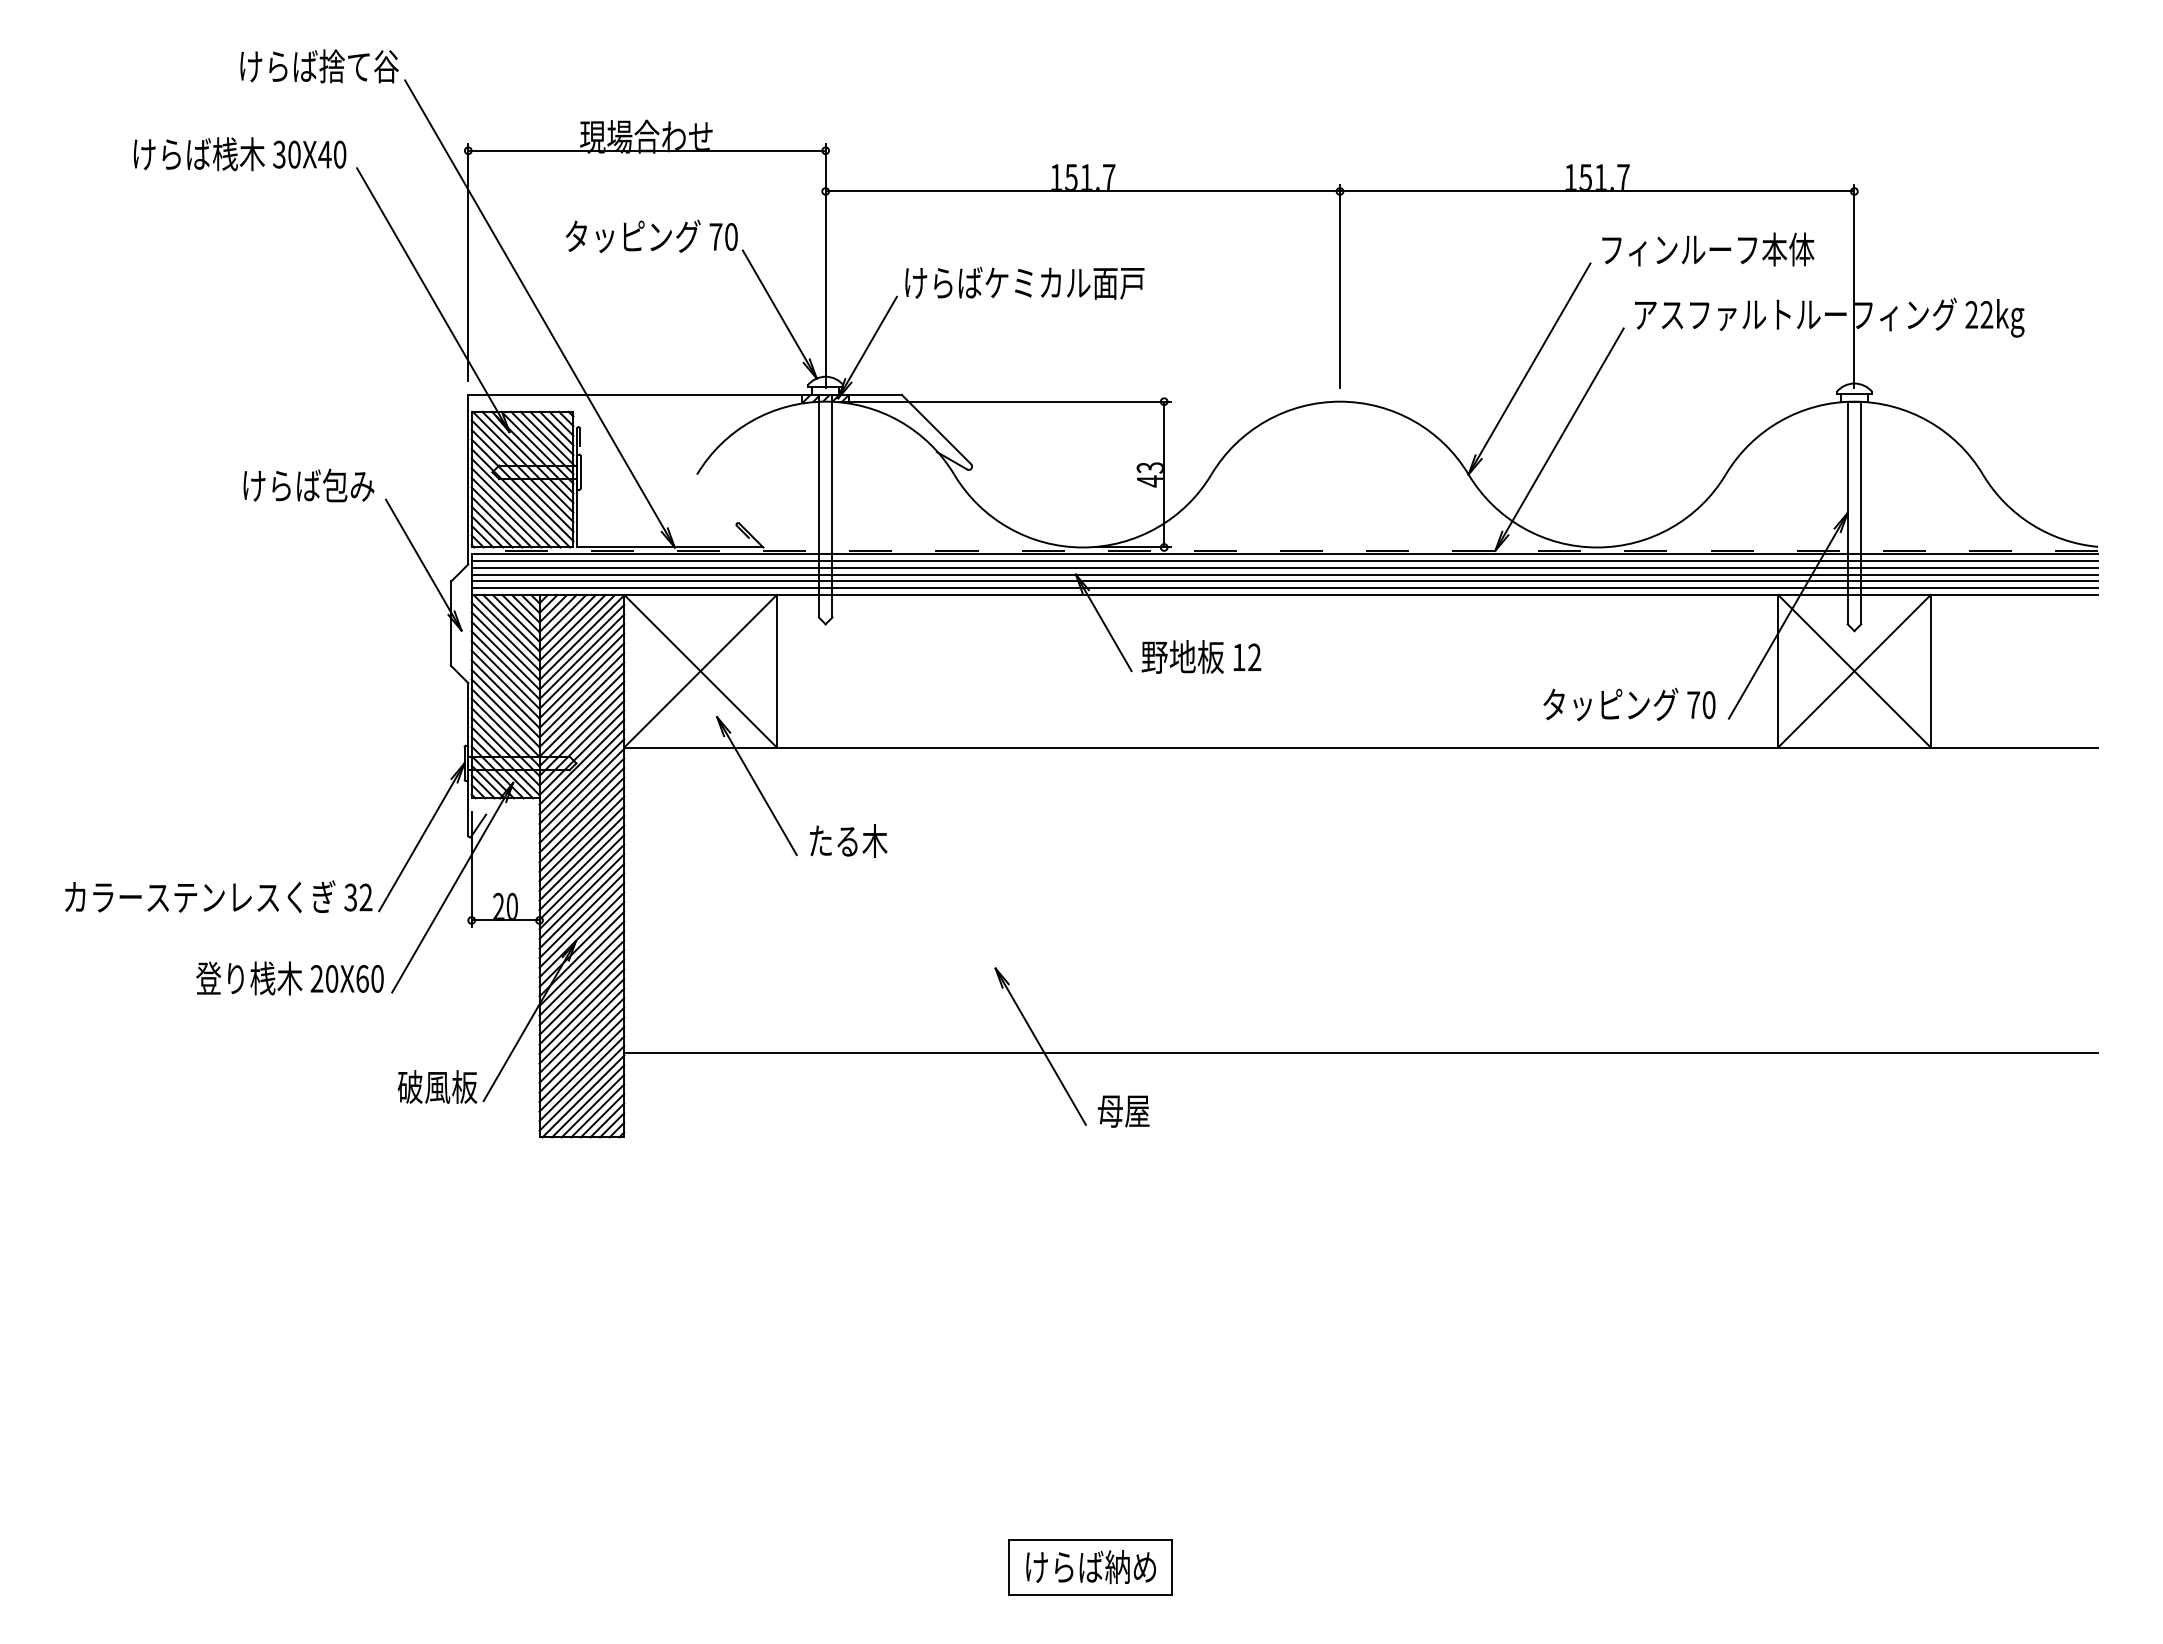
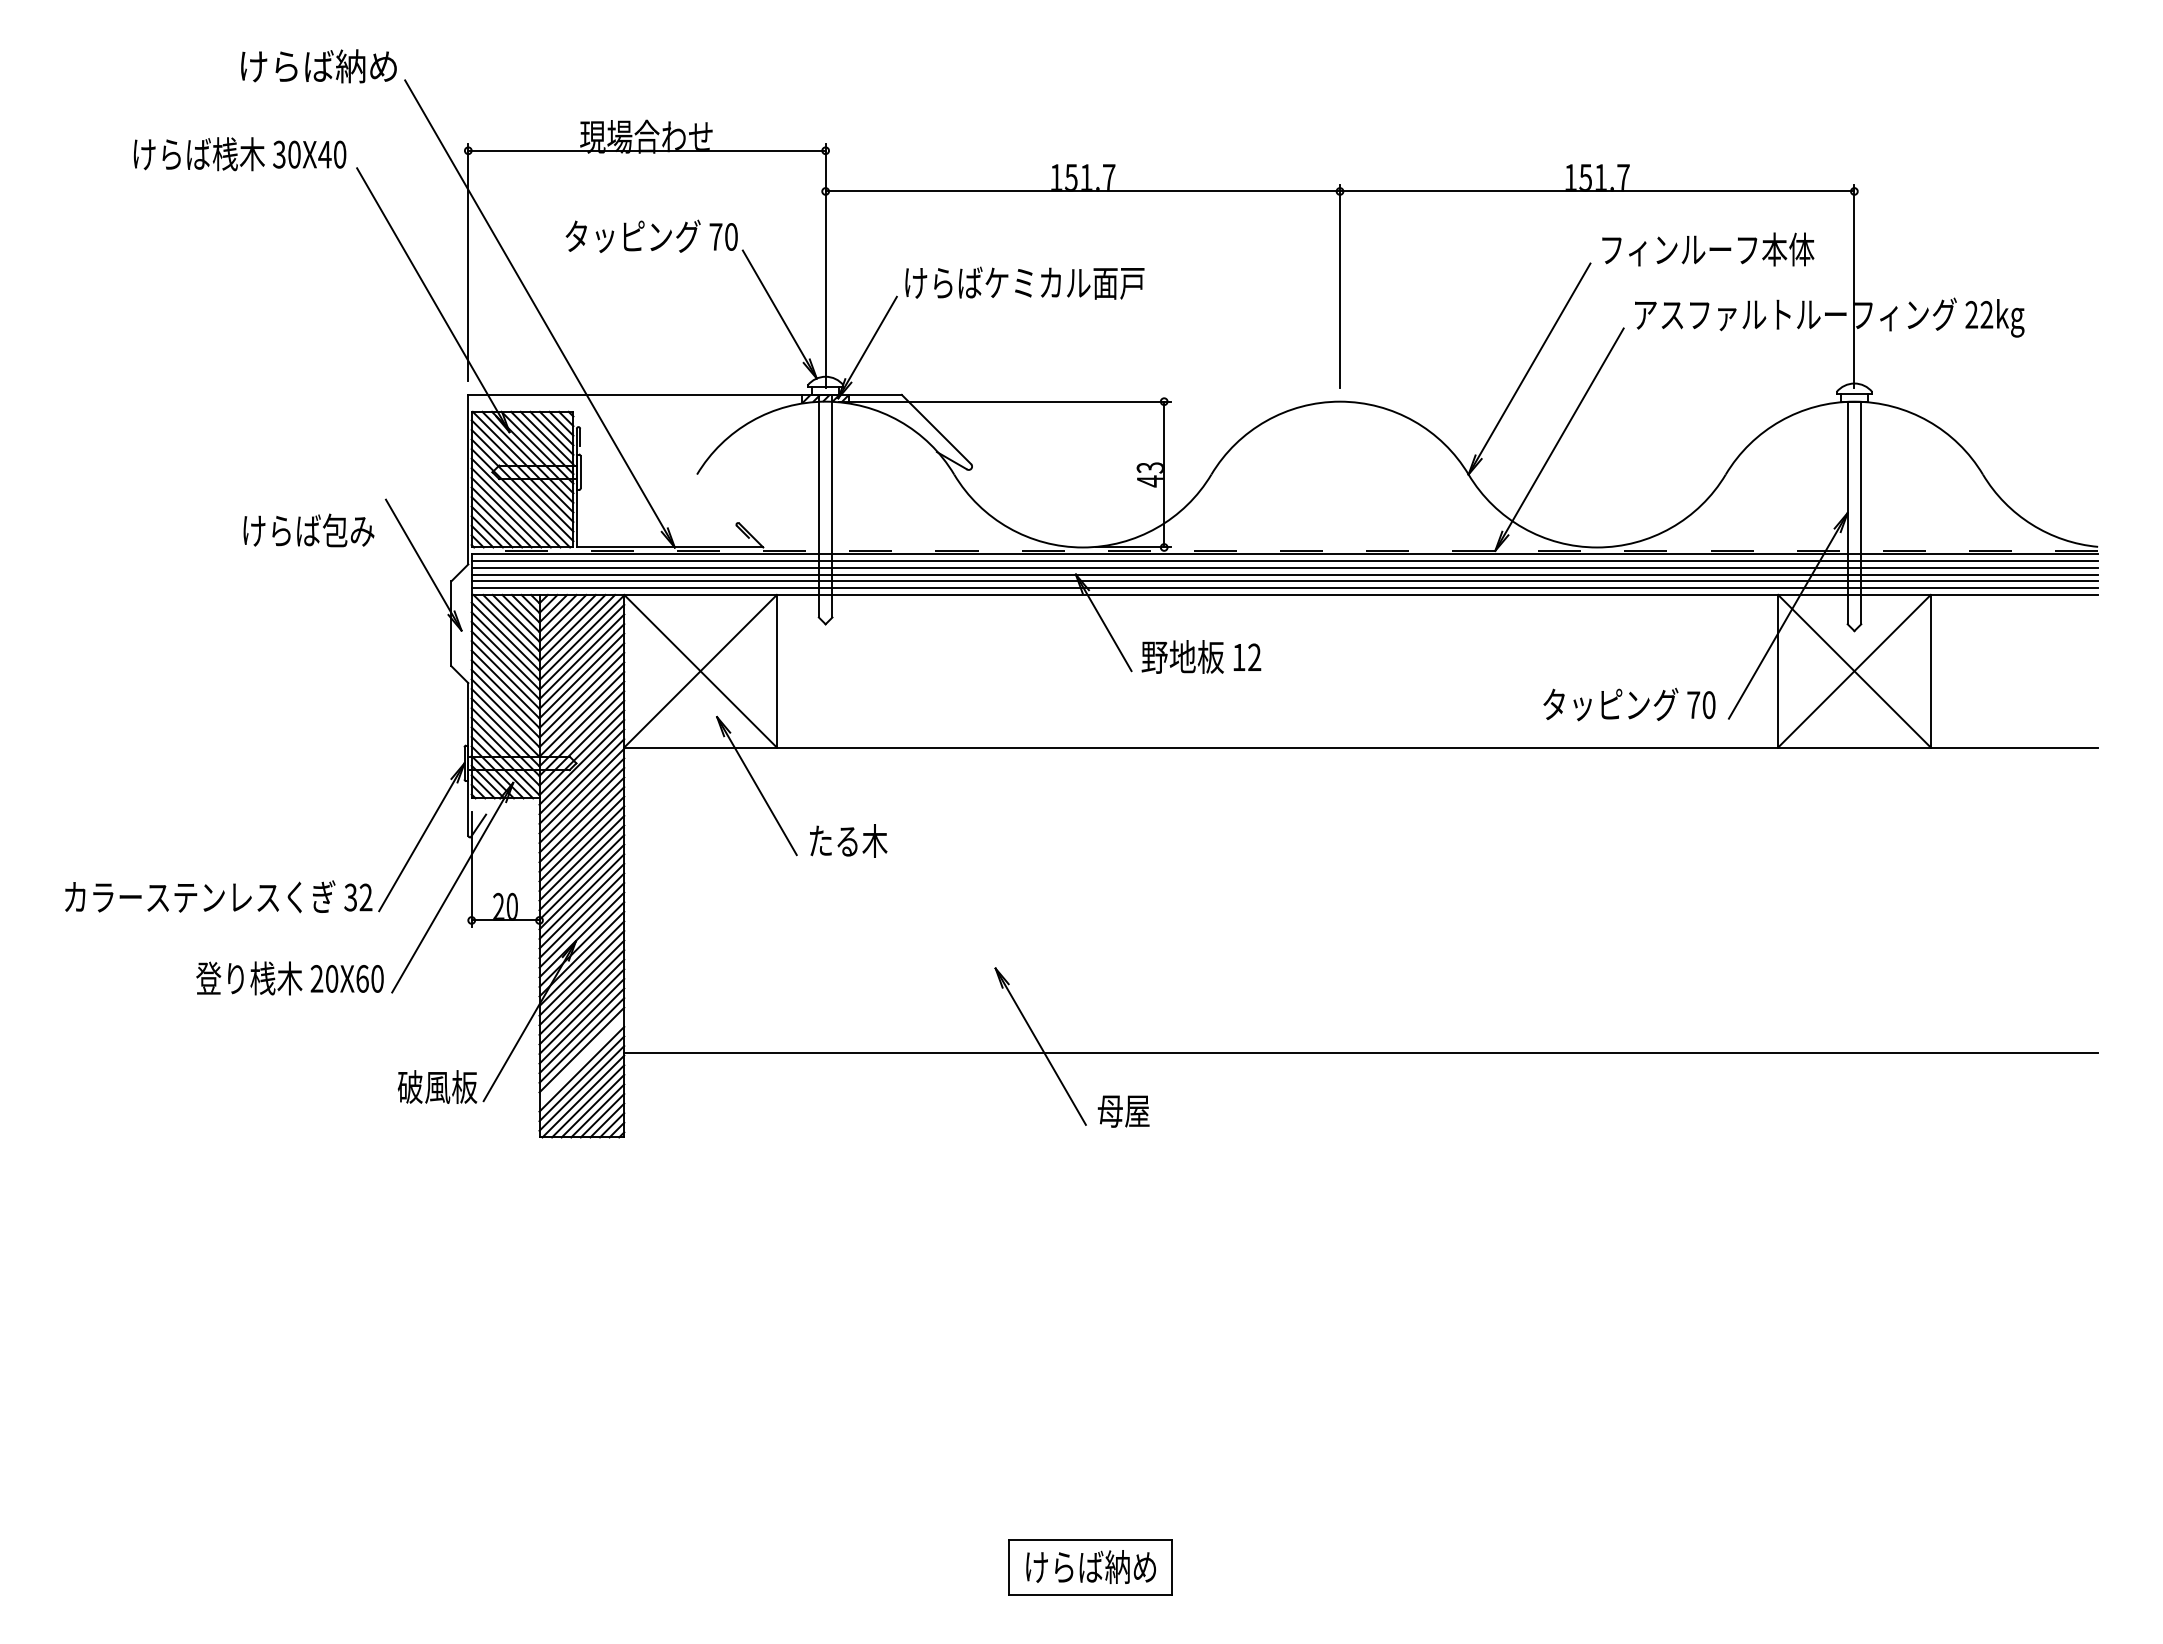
text at (319, 66): けらば捨て谷 -> けらば納め
text at (308, 485) position: (308, 485) -> (308, 530)
line at (581, 1059): present -> none
